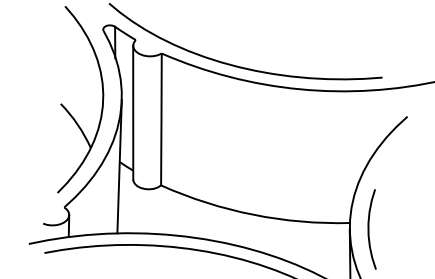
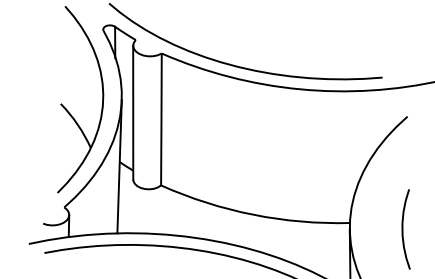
curve at (369, 229) position: (369, 229) -> (403, 229)
